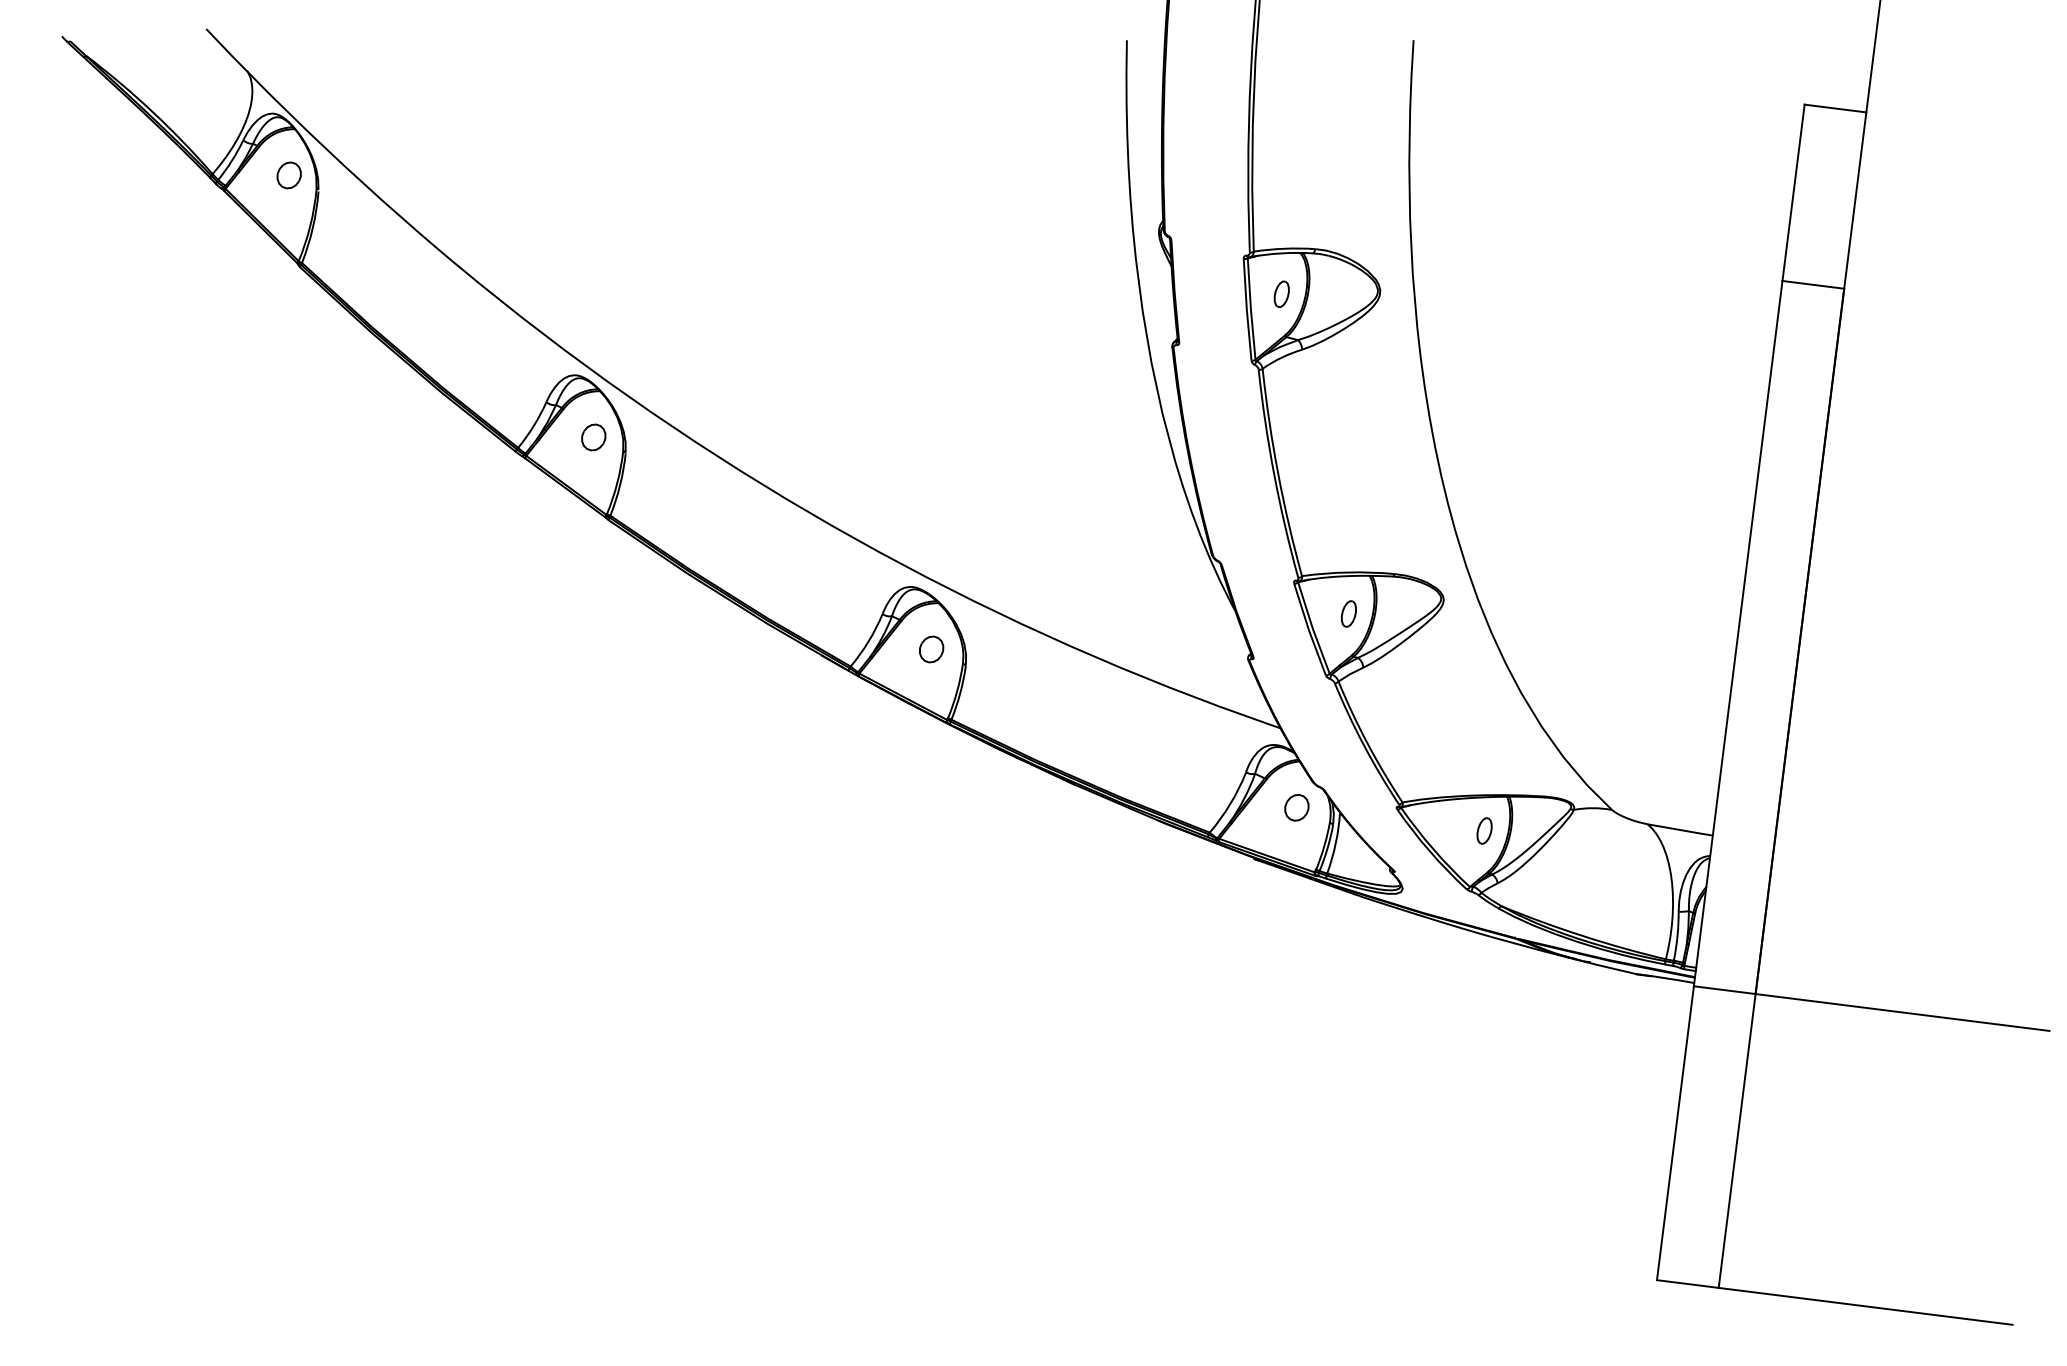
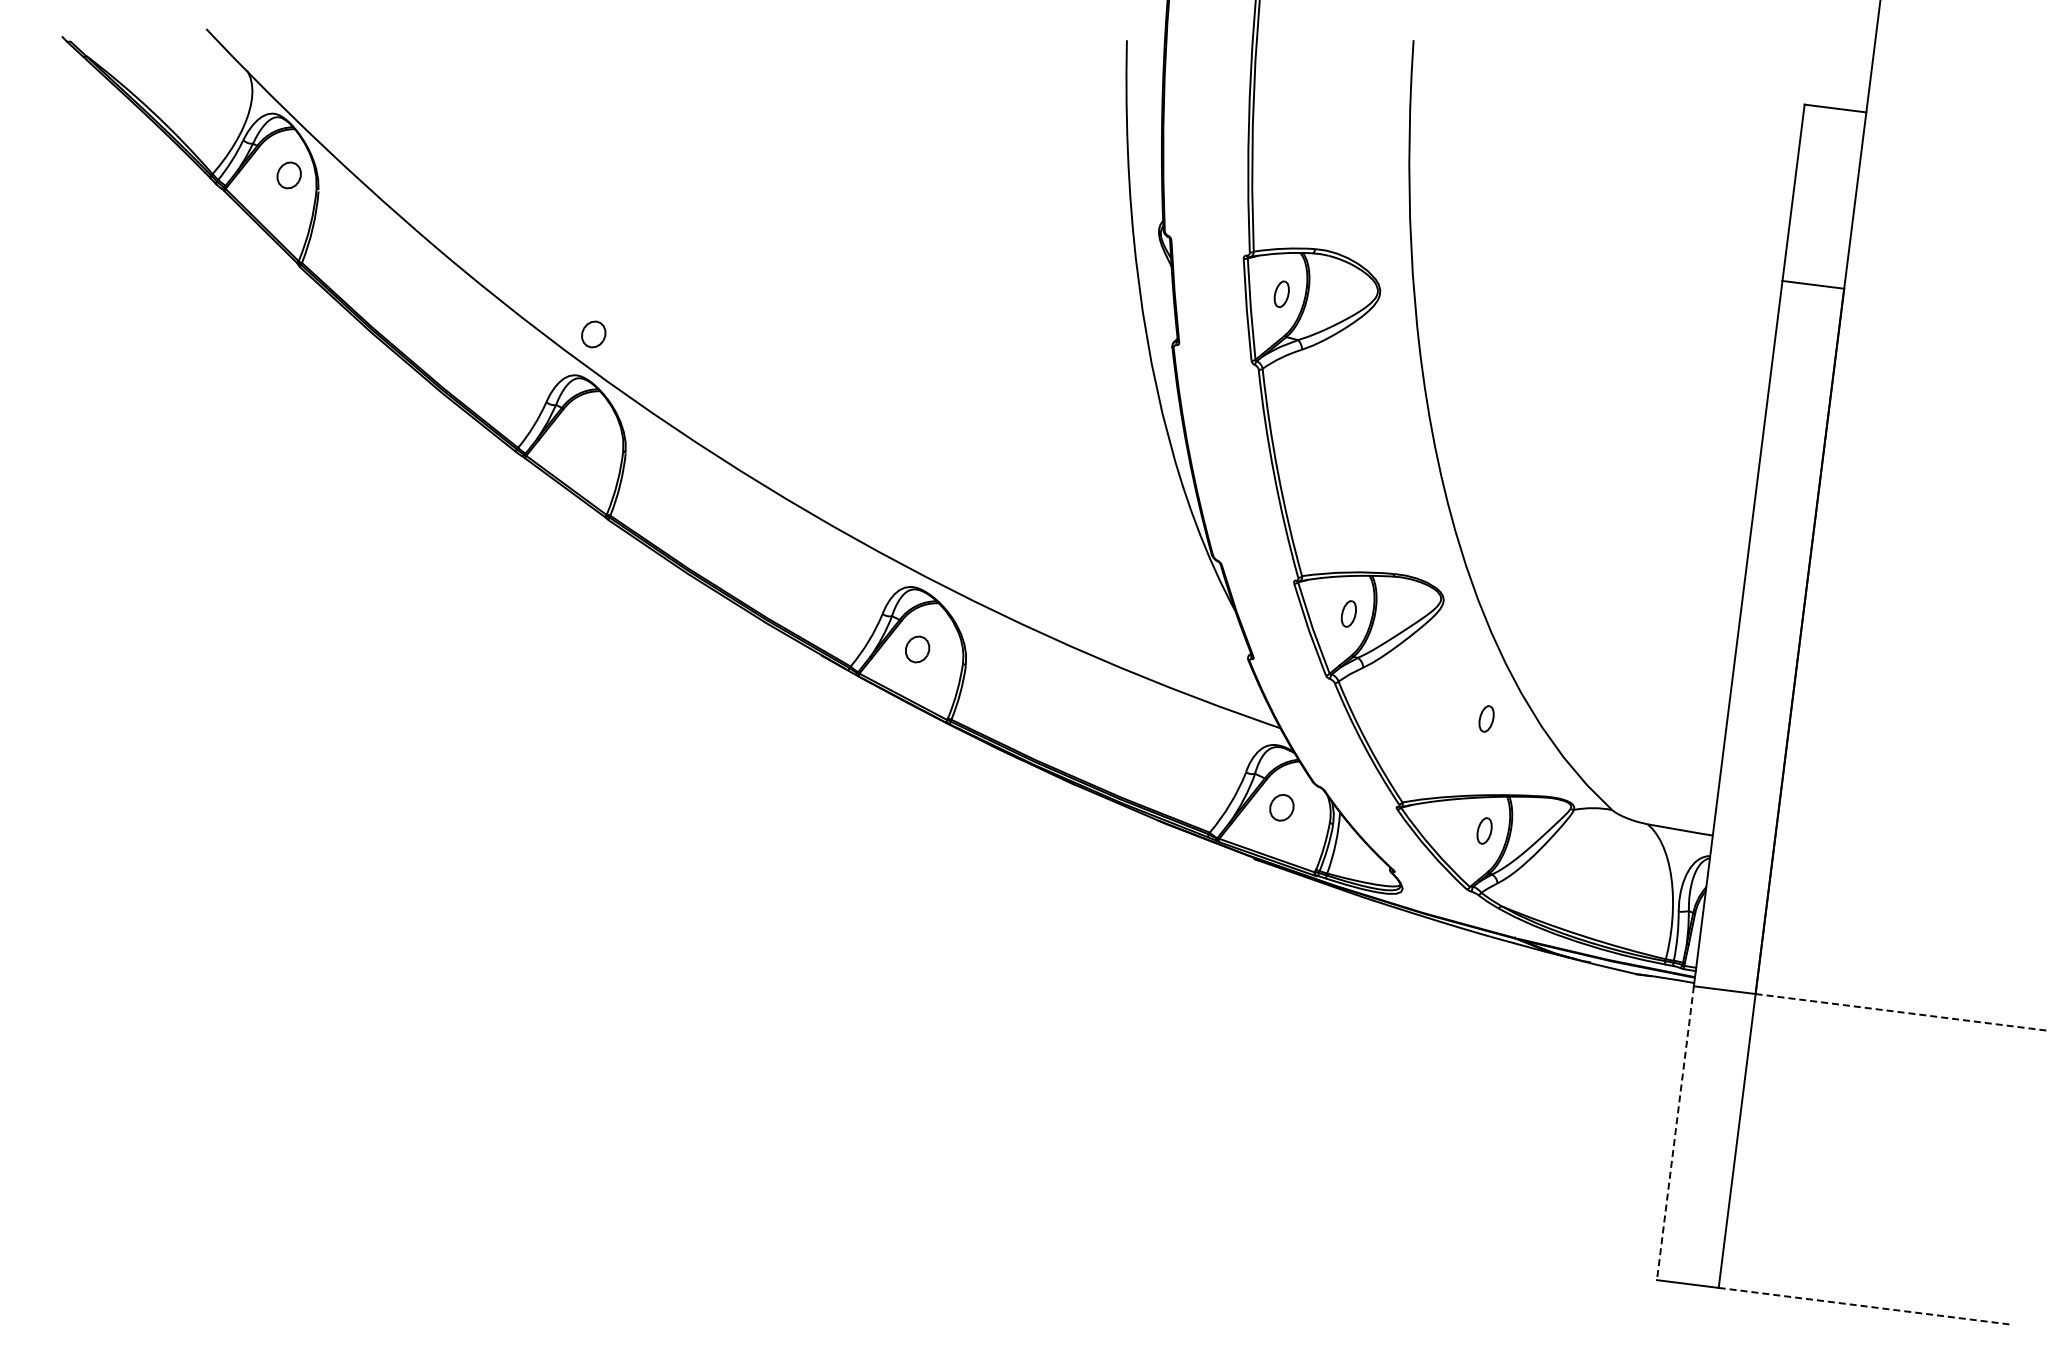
part at (593, 437) position: (593, 437) -> (593, 334)
part at (931, 649) position: (931, 649) -> (917, 649)
part at (1486, 718): none -> present
part at (1296, 807) position: (1296, 807) -> (1281, 807)
line at (1903, 1012): solid -> dashed
line at (1675, 1133): solid -> dashed
line at (1866, 1306): solid -> dashed
